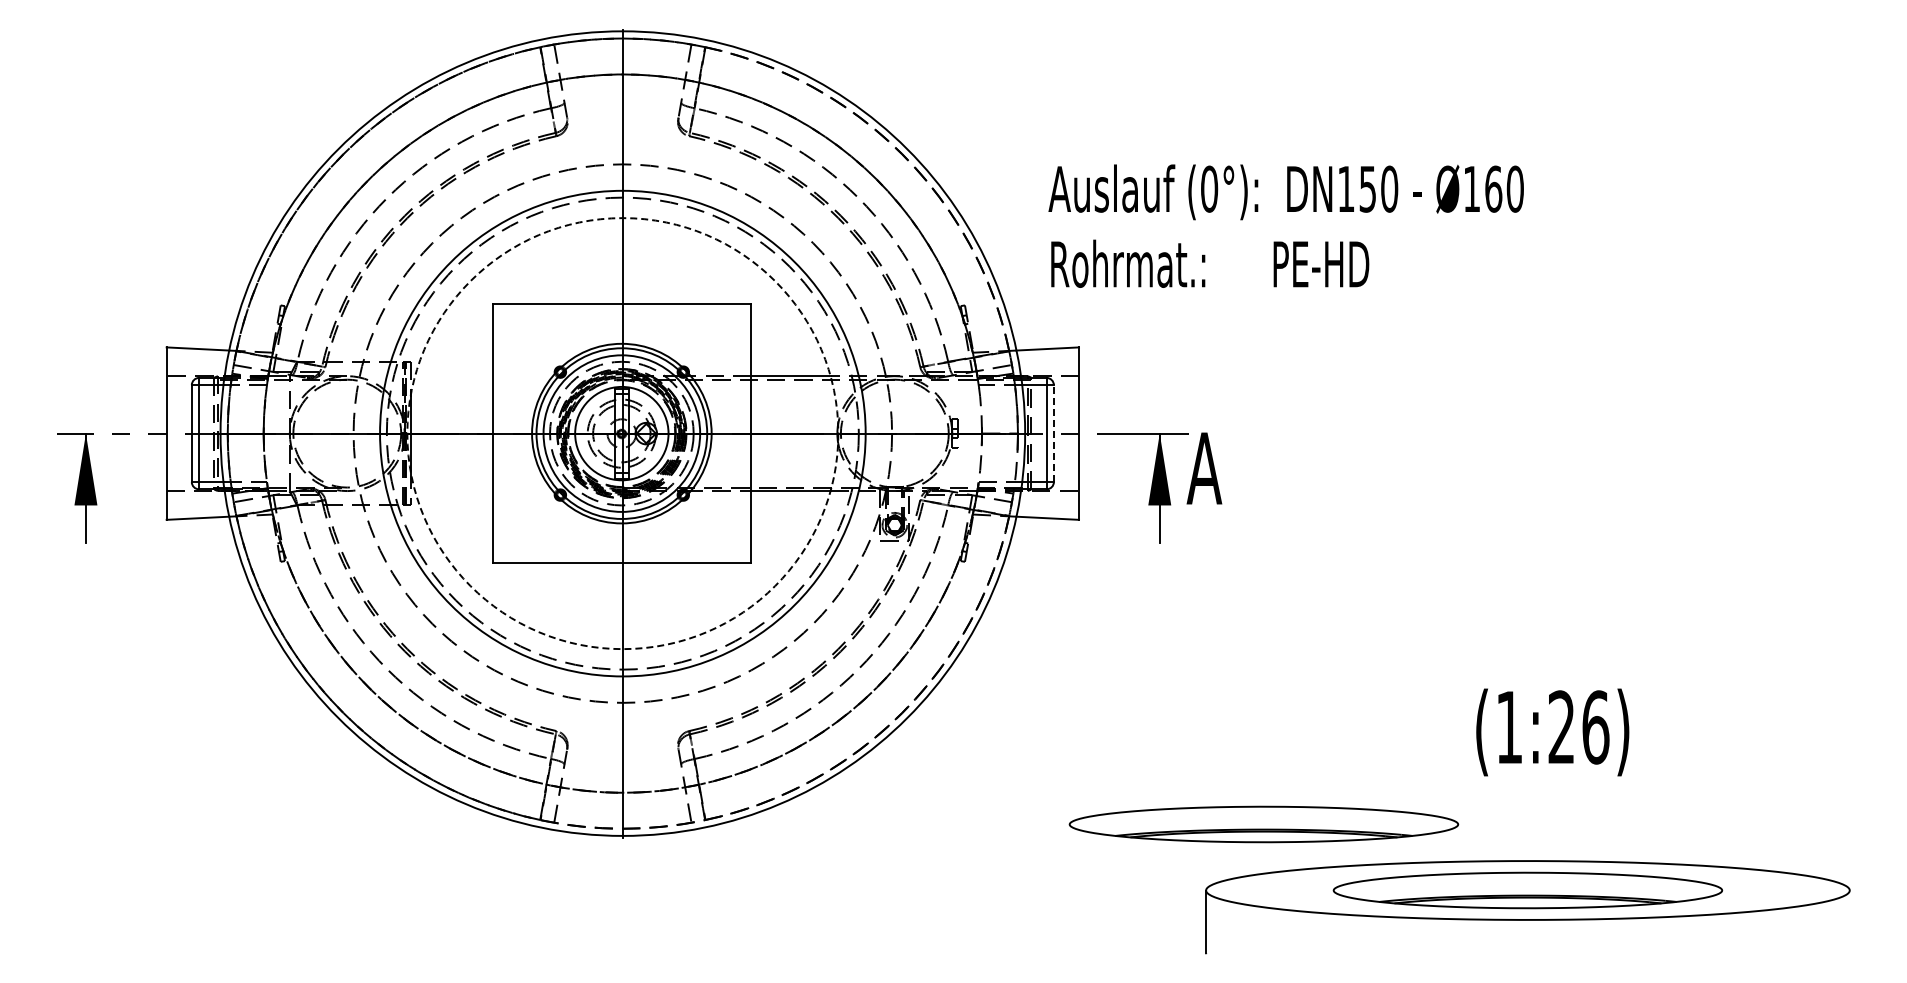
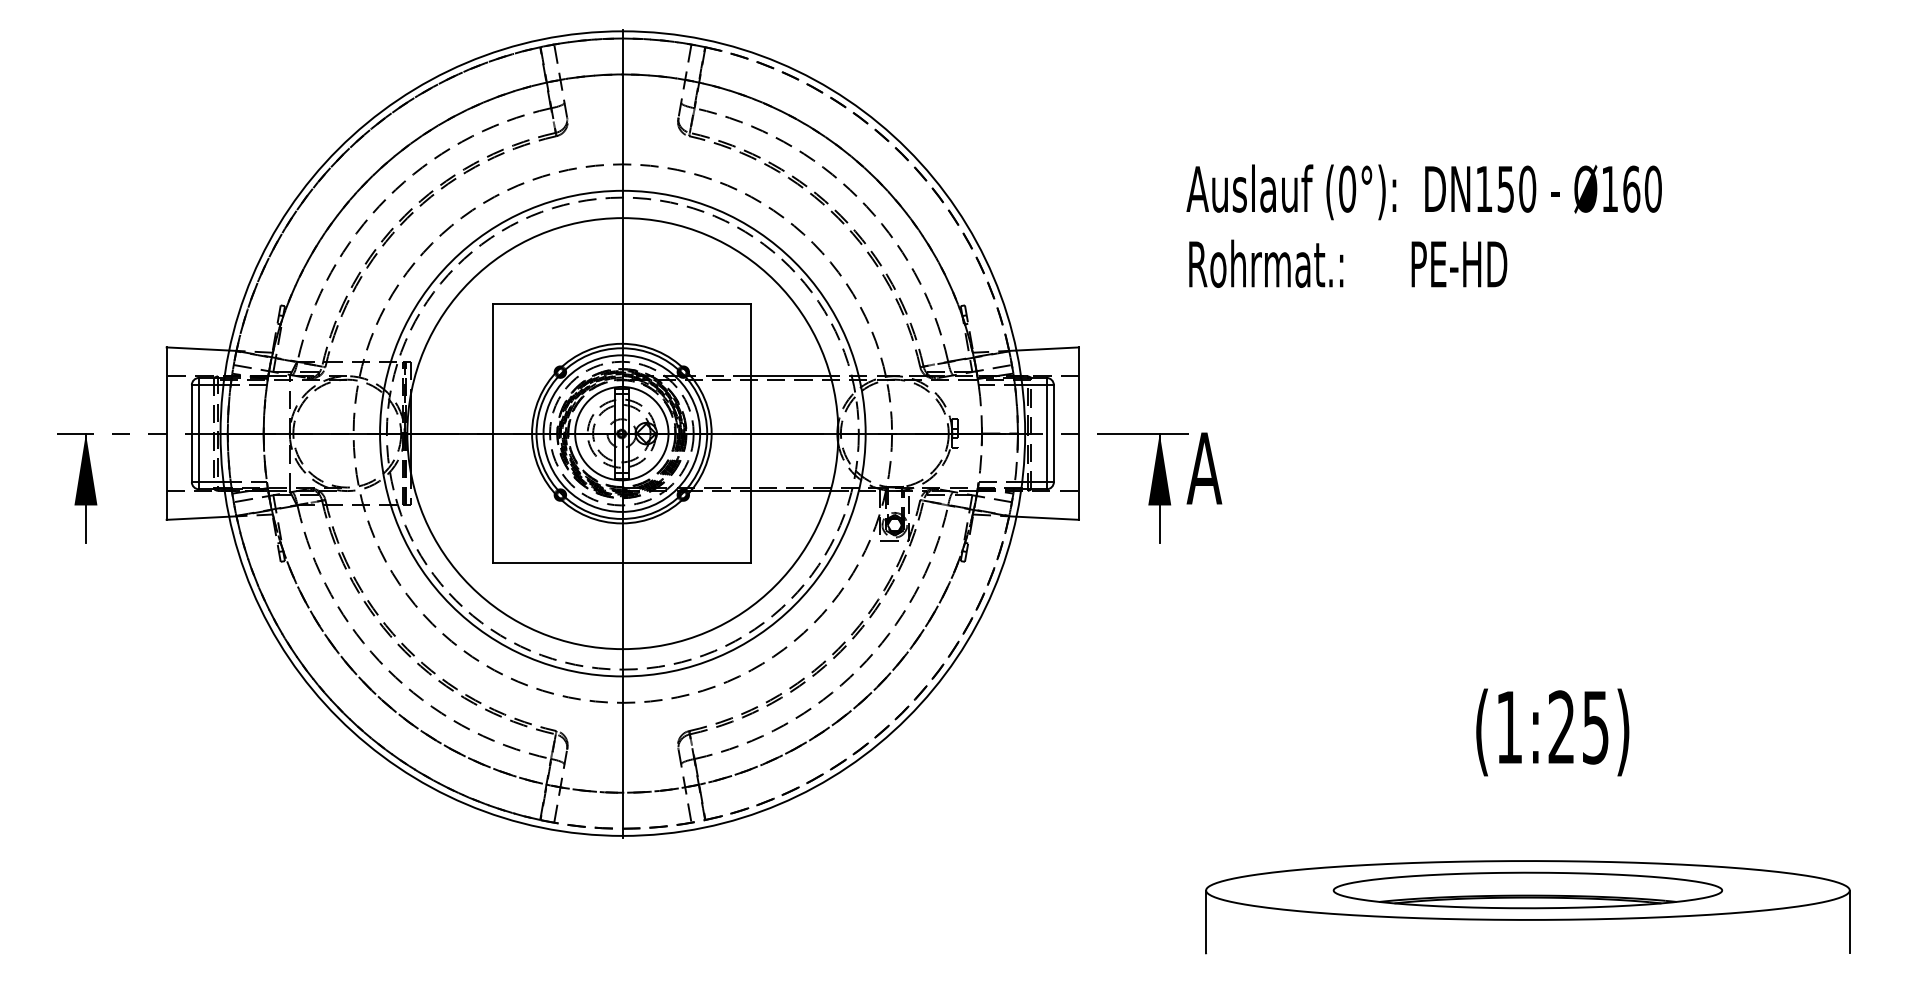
text at (1285, 225) position: (1285, 225) -> (1423, 225)
circle at (622, 433): dashed -> solid
line at (1053, 433): dashed -> solid
text at (1595, 727): (1:26) -> (1:25)
part at (1263, 824): present -> none
line at (1849, 921): none -> present
